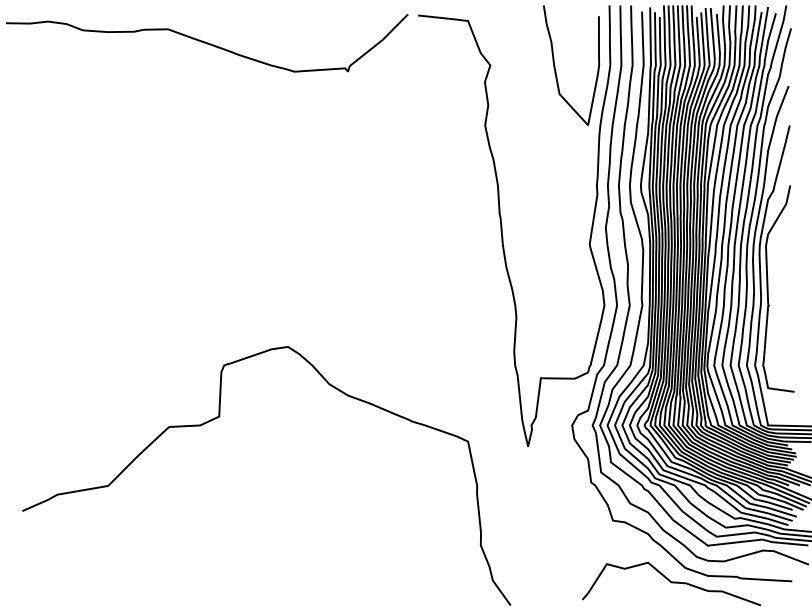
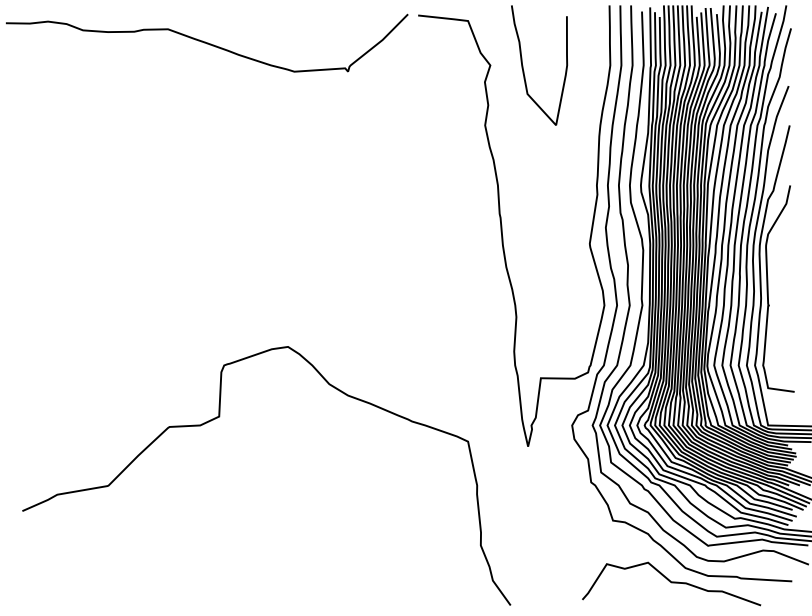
curve at (555, 65) position: (555, 65) -> (523, 65)
